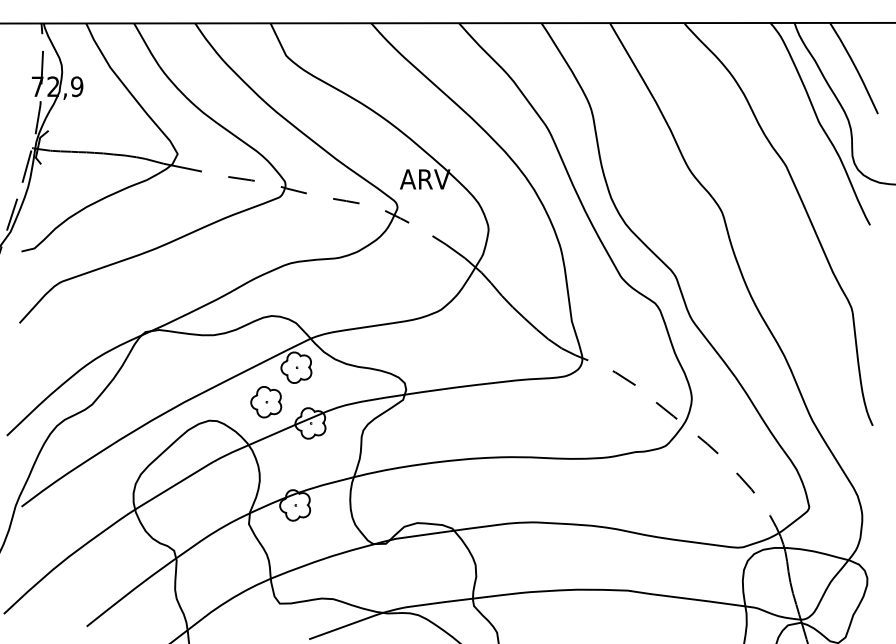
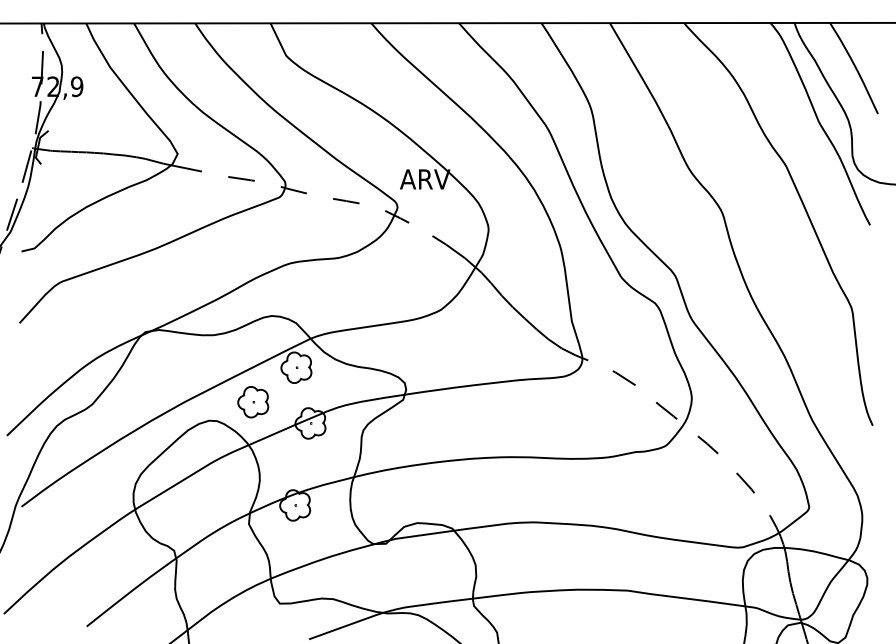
part at (266, 402) position: (266, 402) -> (253, 402)
